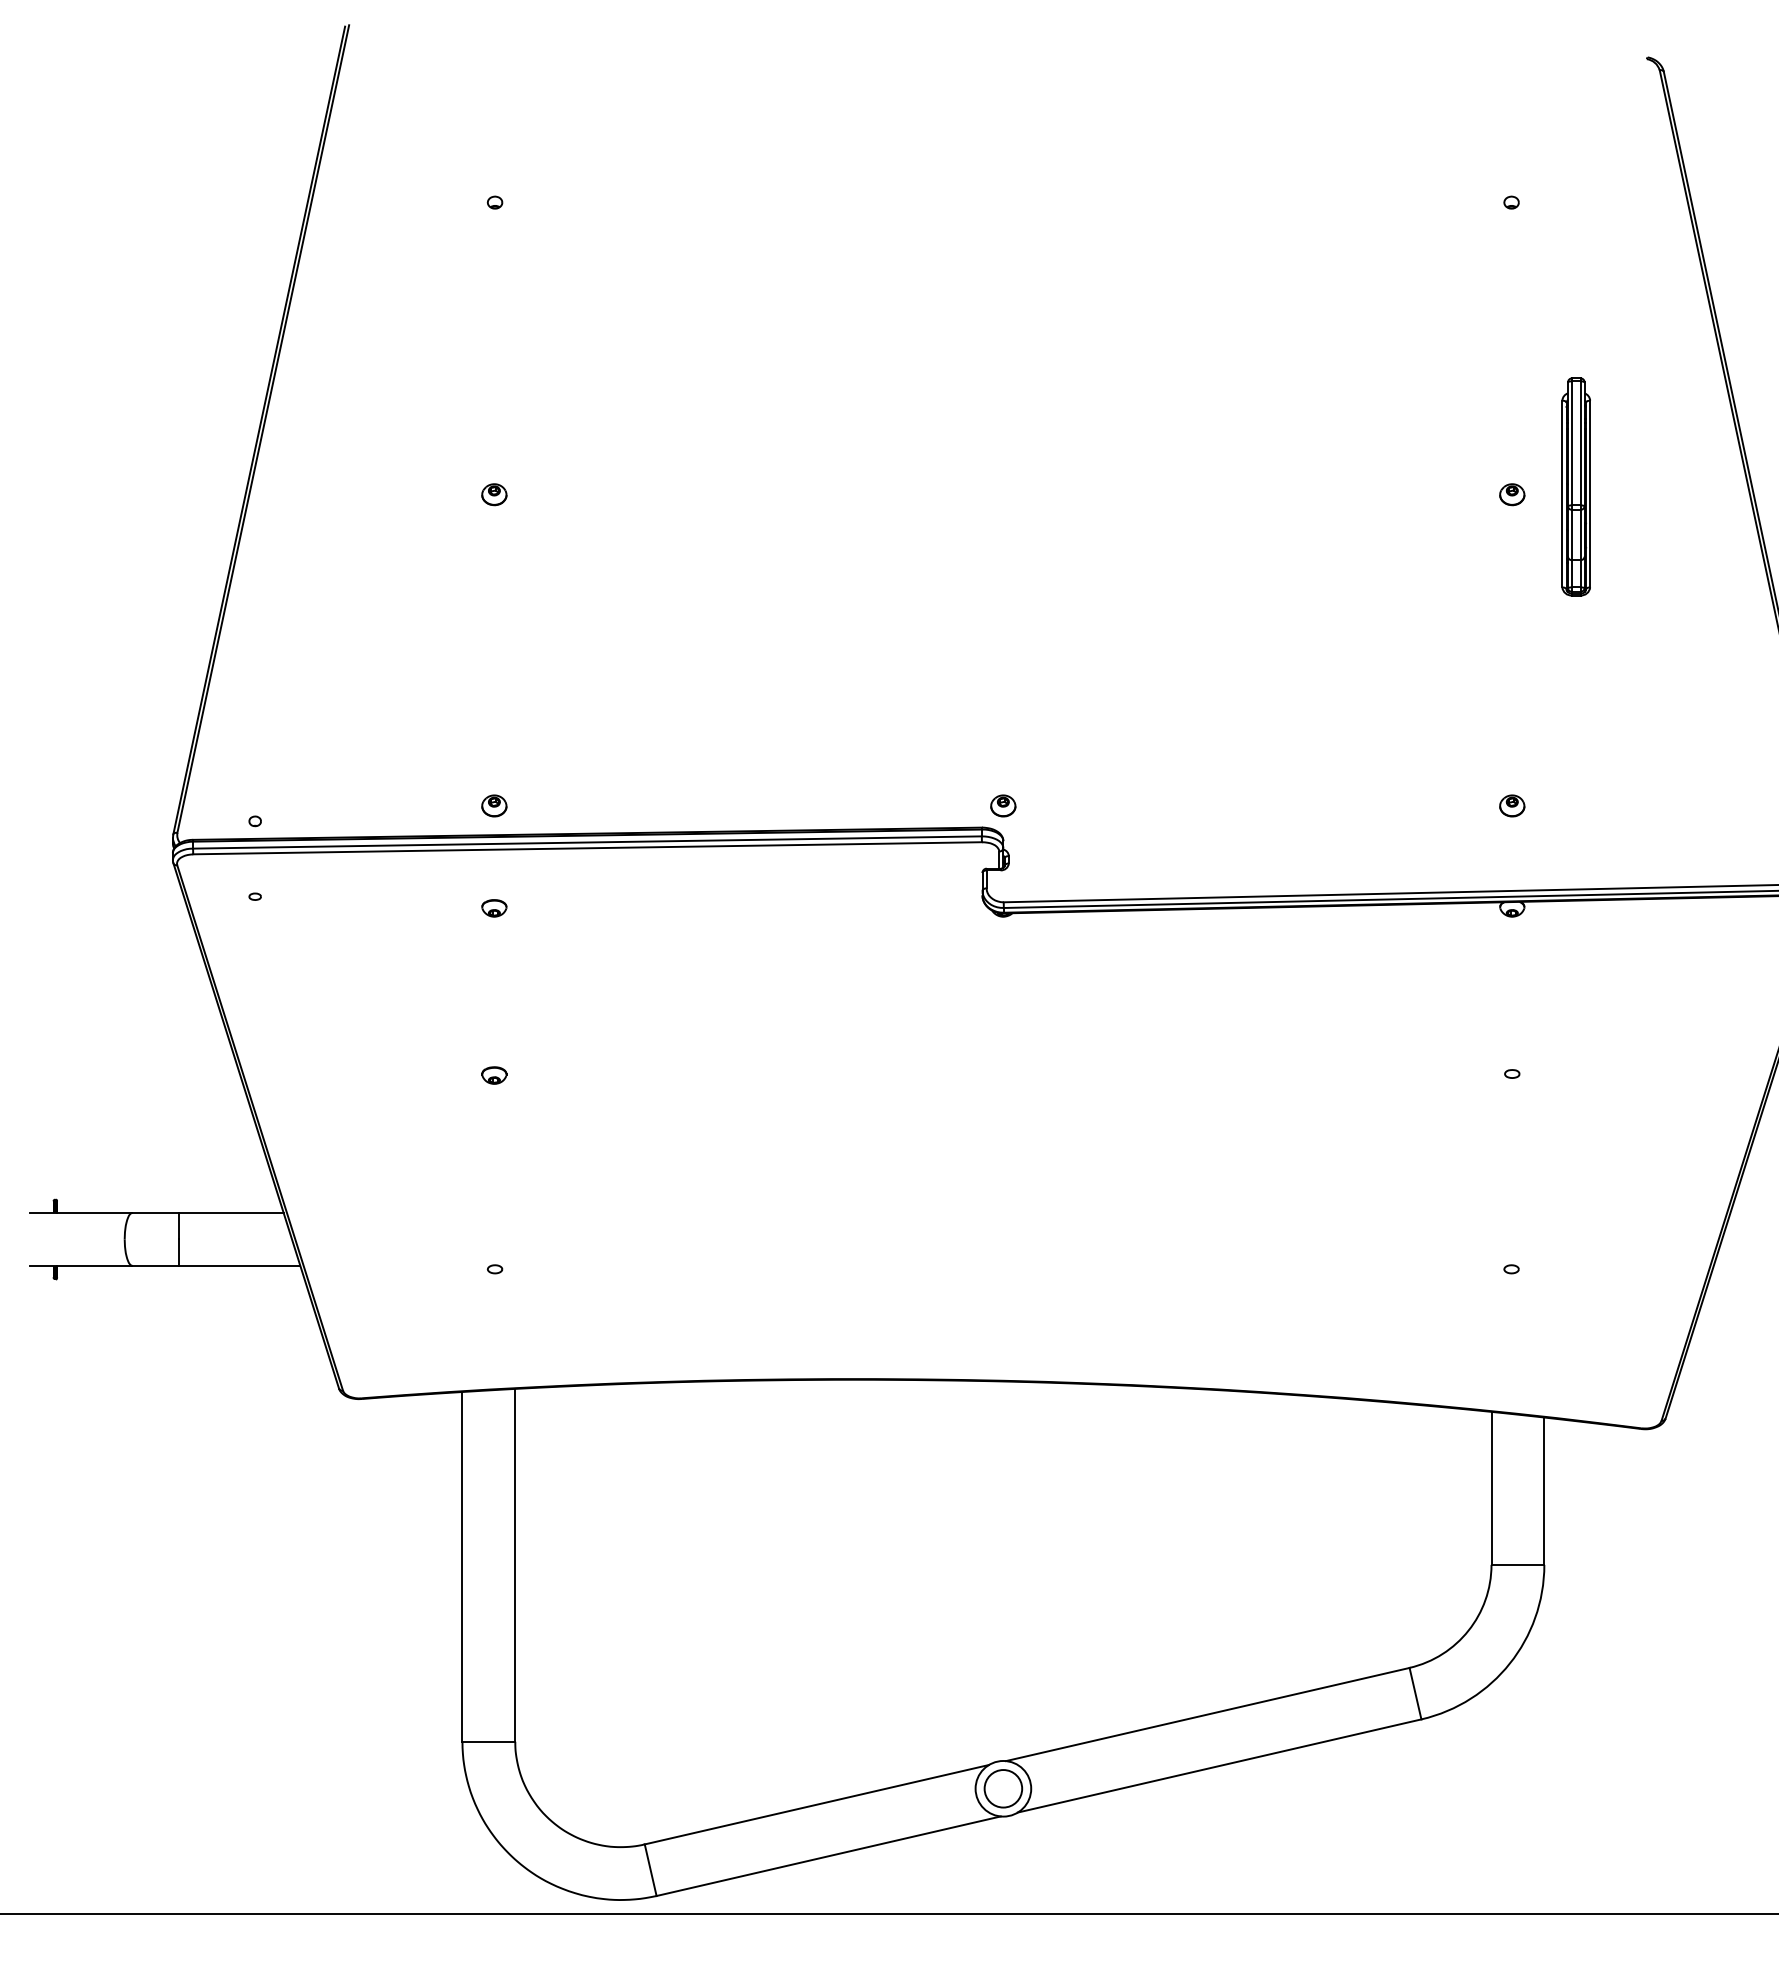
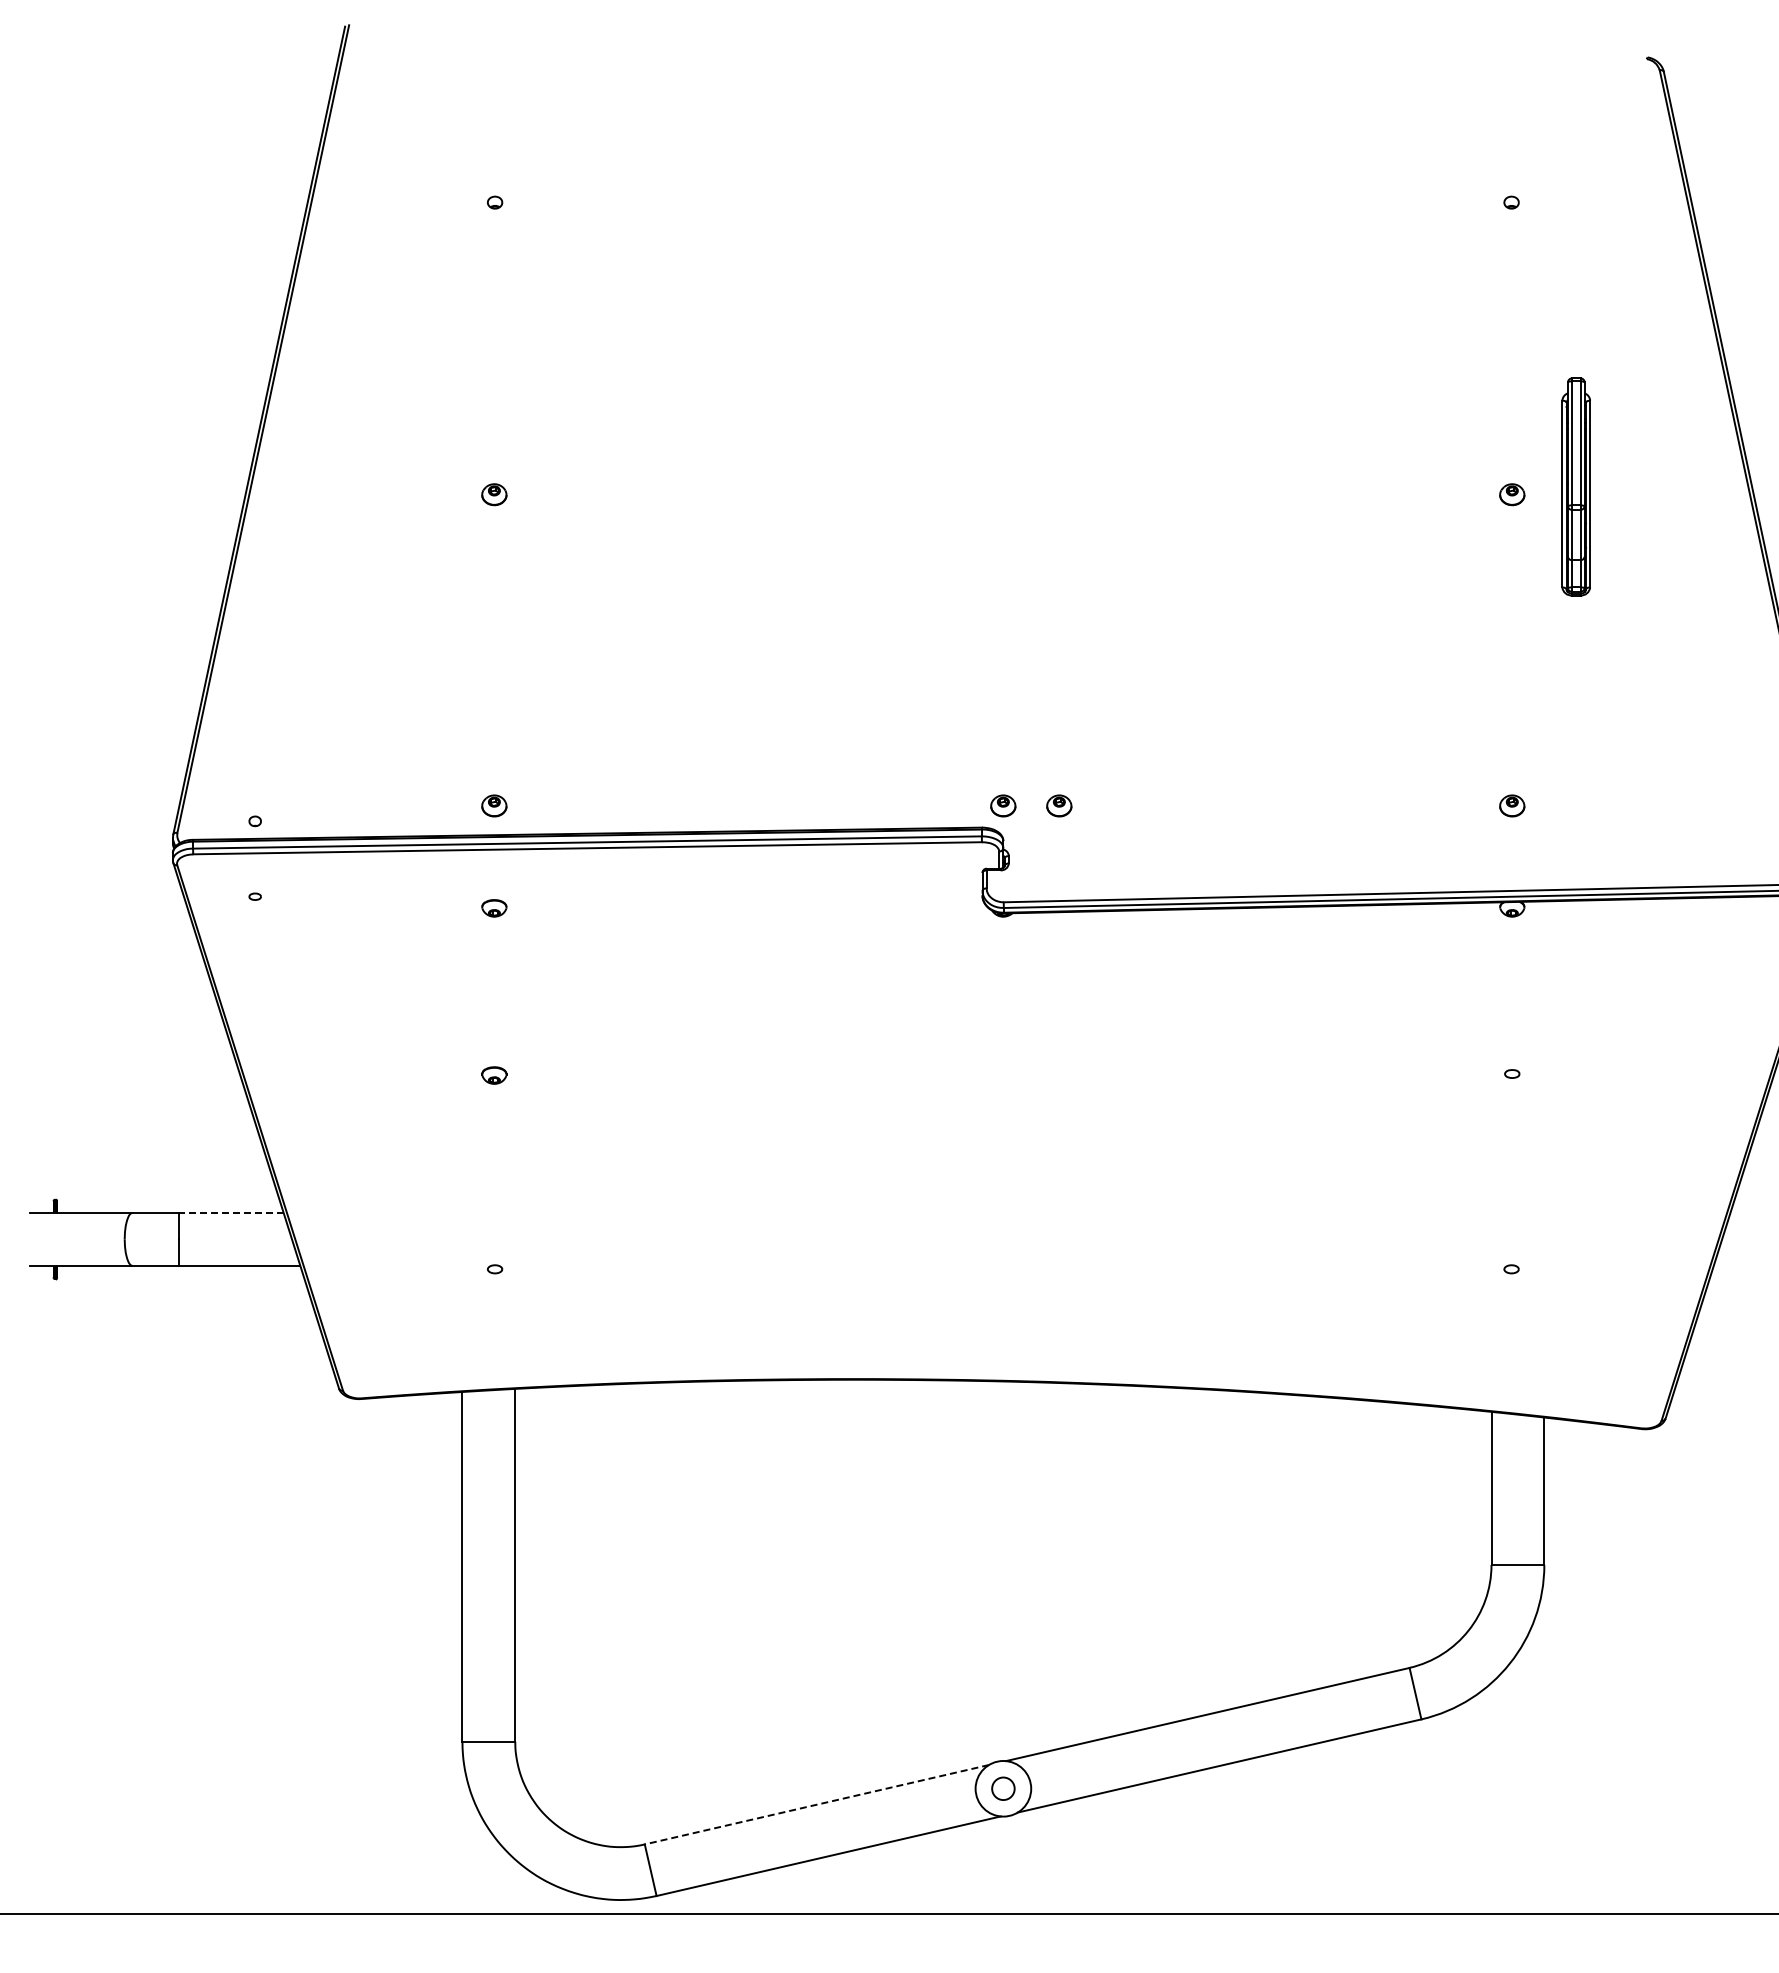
part at (1059, 805): none -> present
line at (230, 1212): solid -> dashed
circle at (1003, 1788) diameter: 38 px -> 23 px
line at (816, 1804): solid -> dashed
